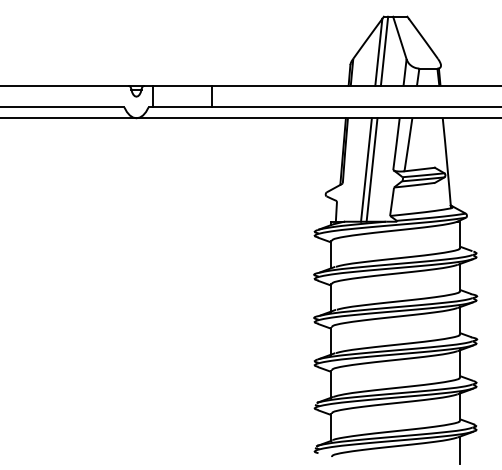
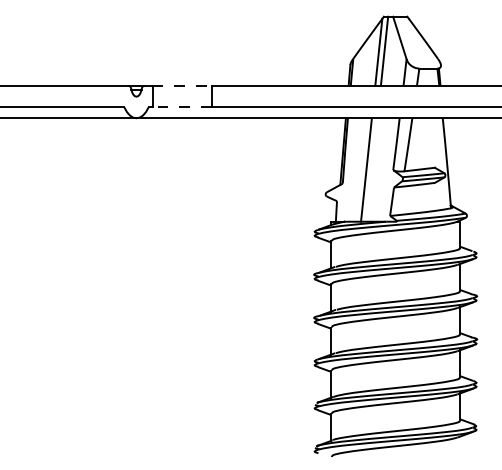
line at (182, 85): solid -> dashed
line at (181, 107): solid -> dashed
line at (371, 169): present -> none
line at (460, 449): present -> none
